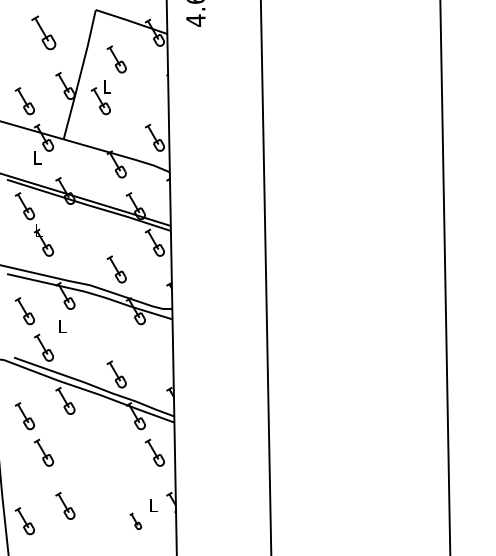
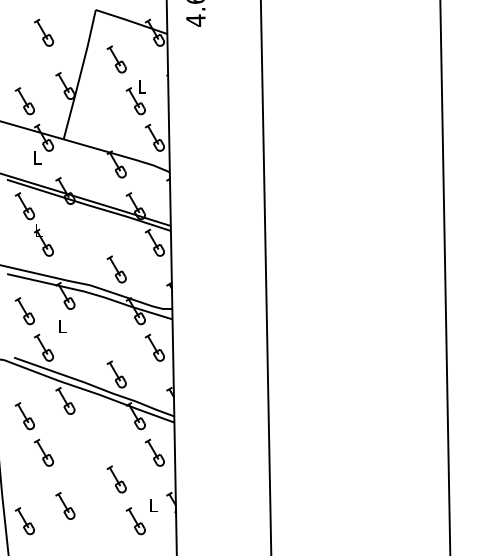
part at (43, 32) size: 26x36 px -> 21x29 px
part at (100, 97) position: (100, 97) -> (135, 97)
part at (154, 347): none -> present
part at (116, 479): none -> present
part at (135, 520) size: 14x18 px -> 21x29 px
